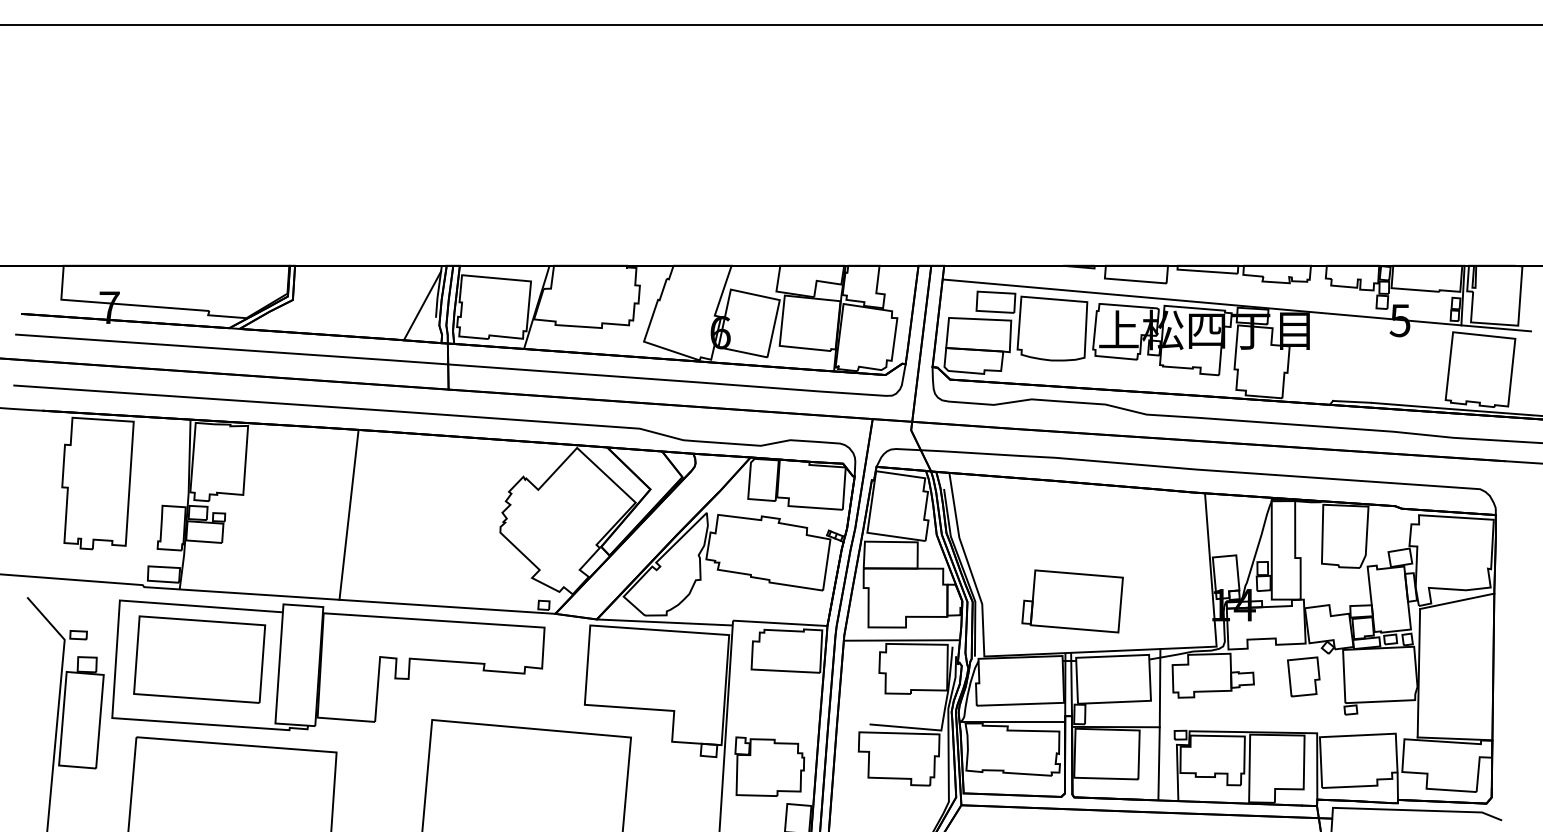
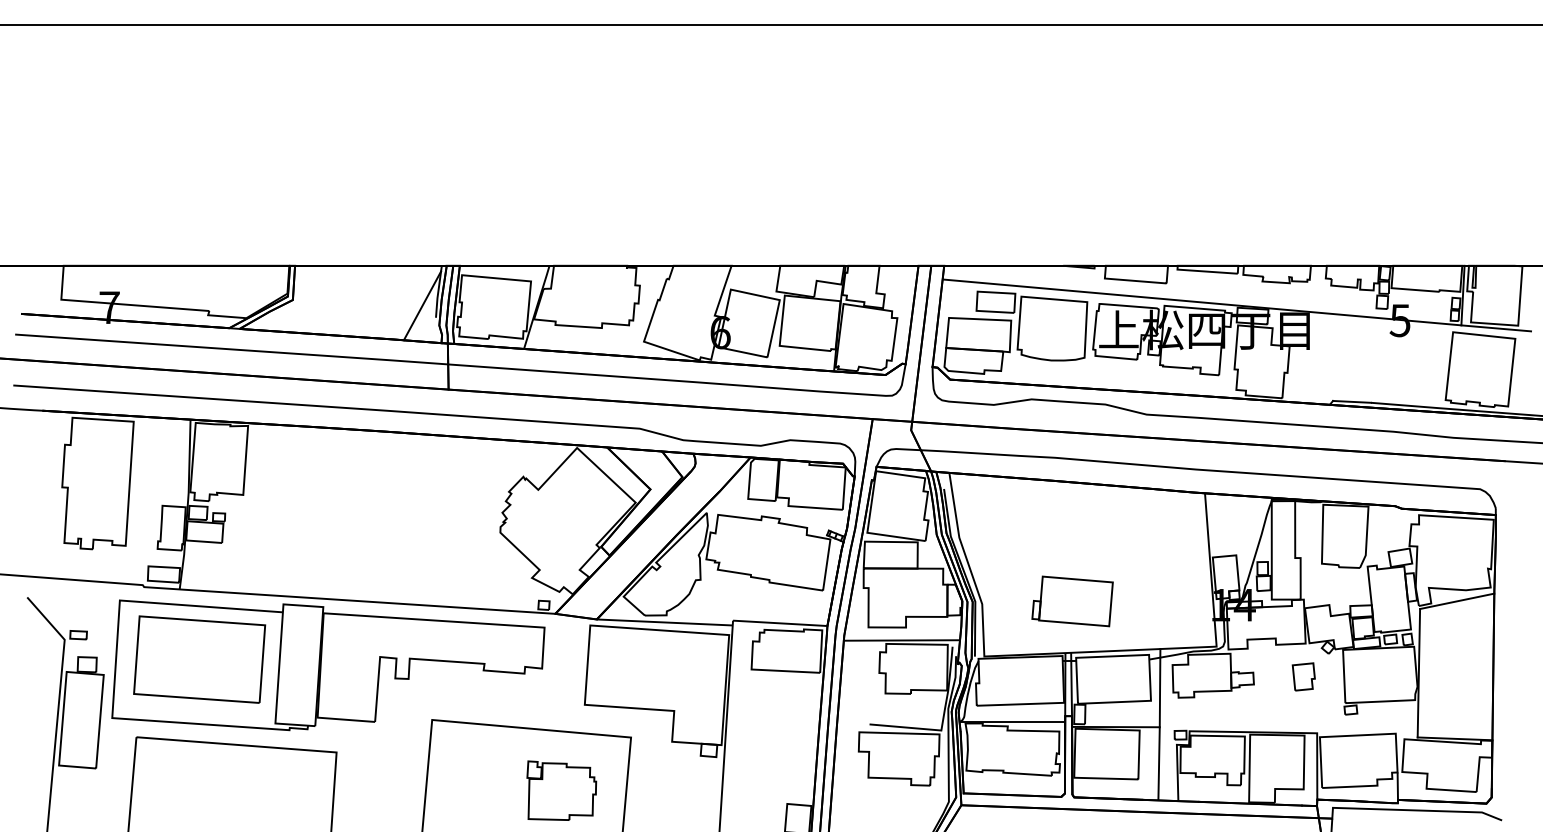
line at (348, 514): present -> none
part at (1072, 601) size: 103x65 px -> 83x53 px
part at (1303, 676) size: 34x42 px -> 25x30 px
part at (769, 766) position: (769, 766) -> (561, 790)
